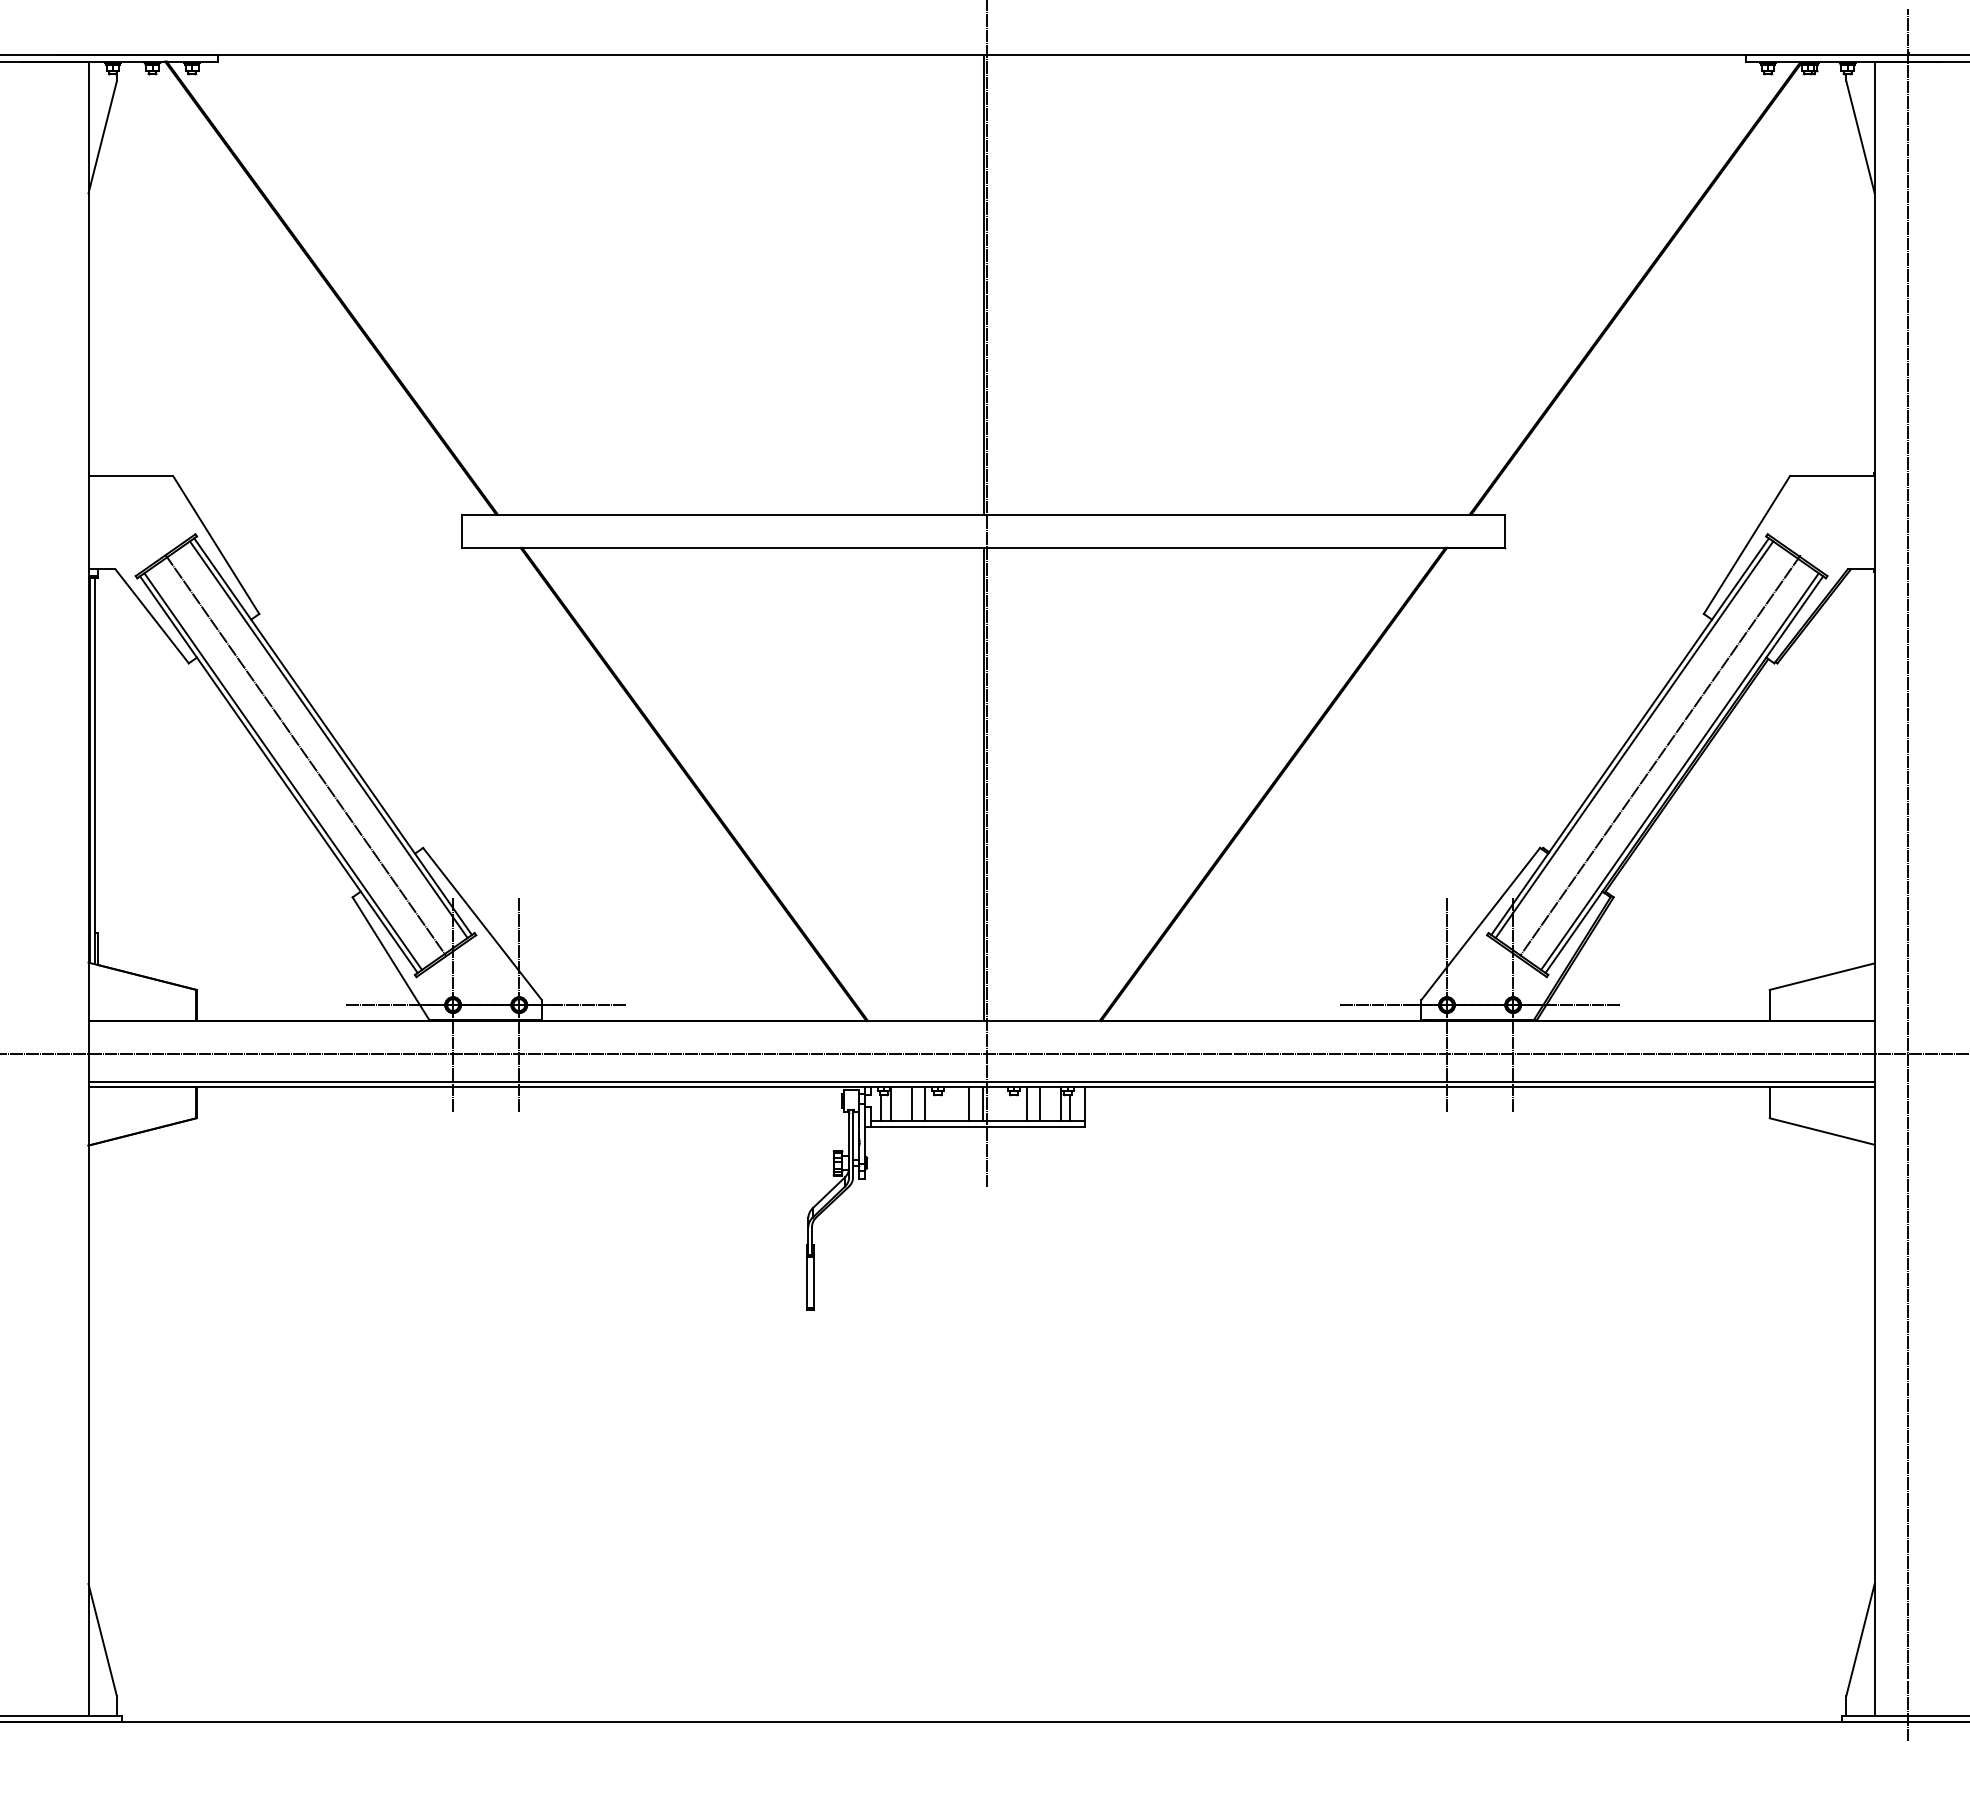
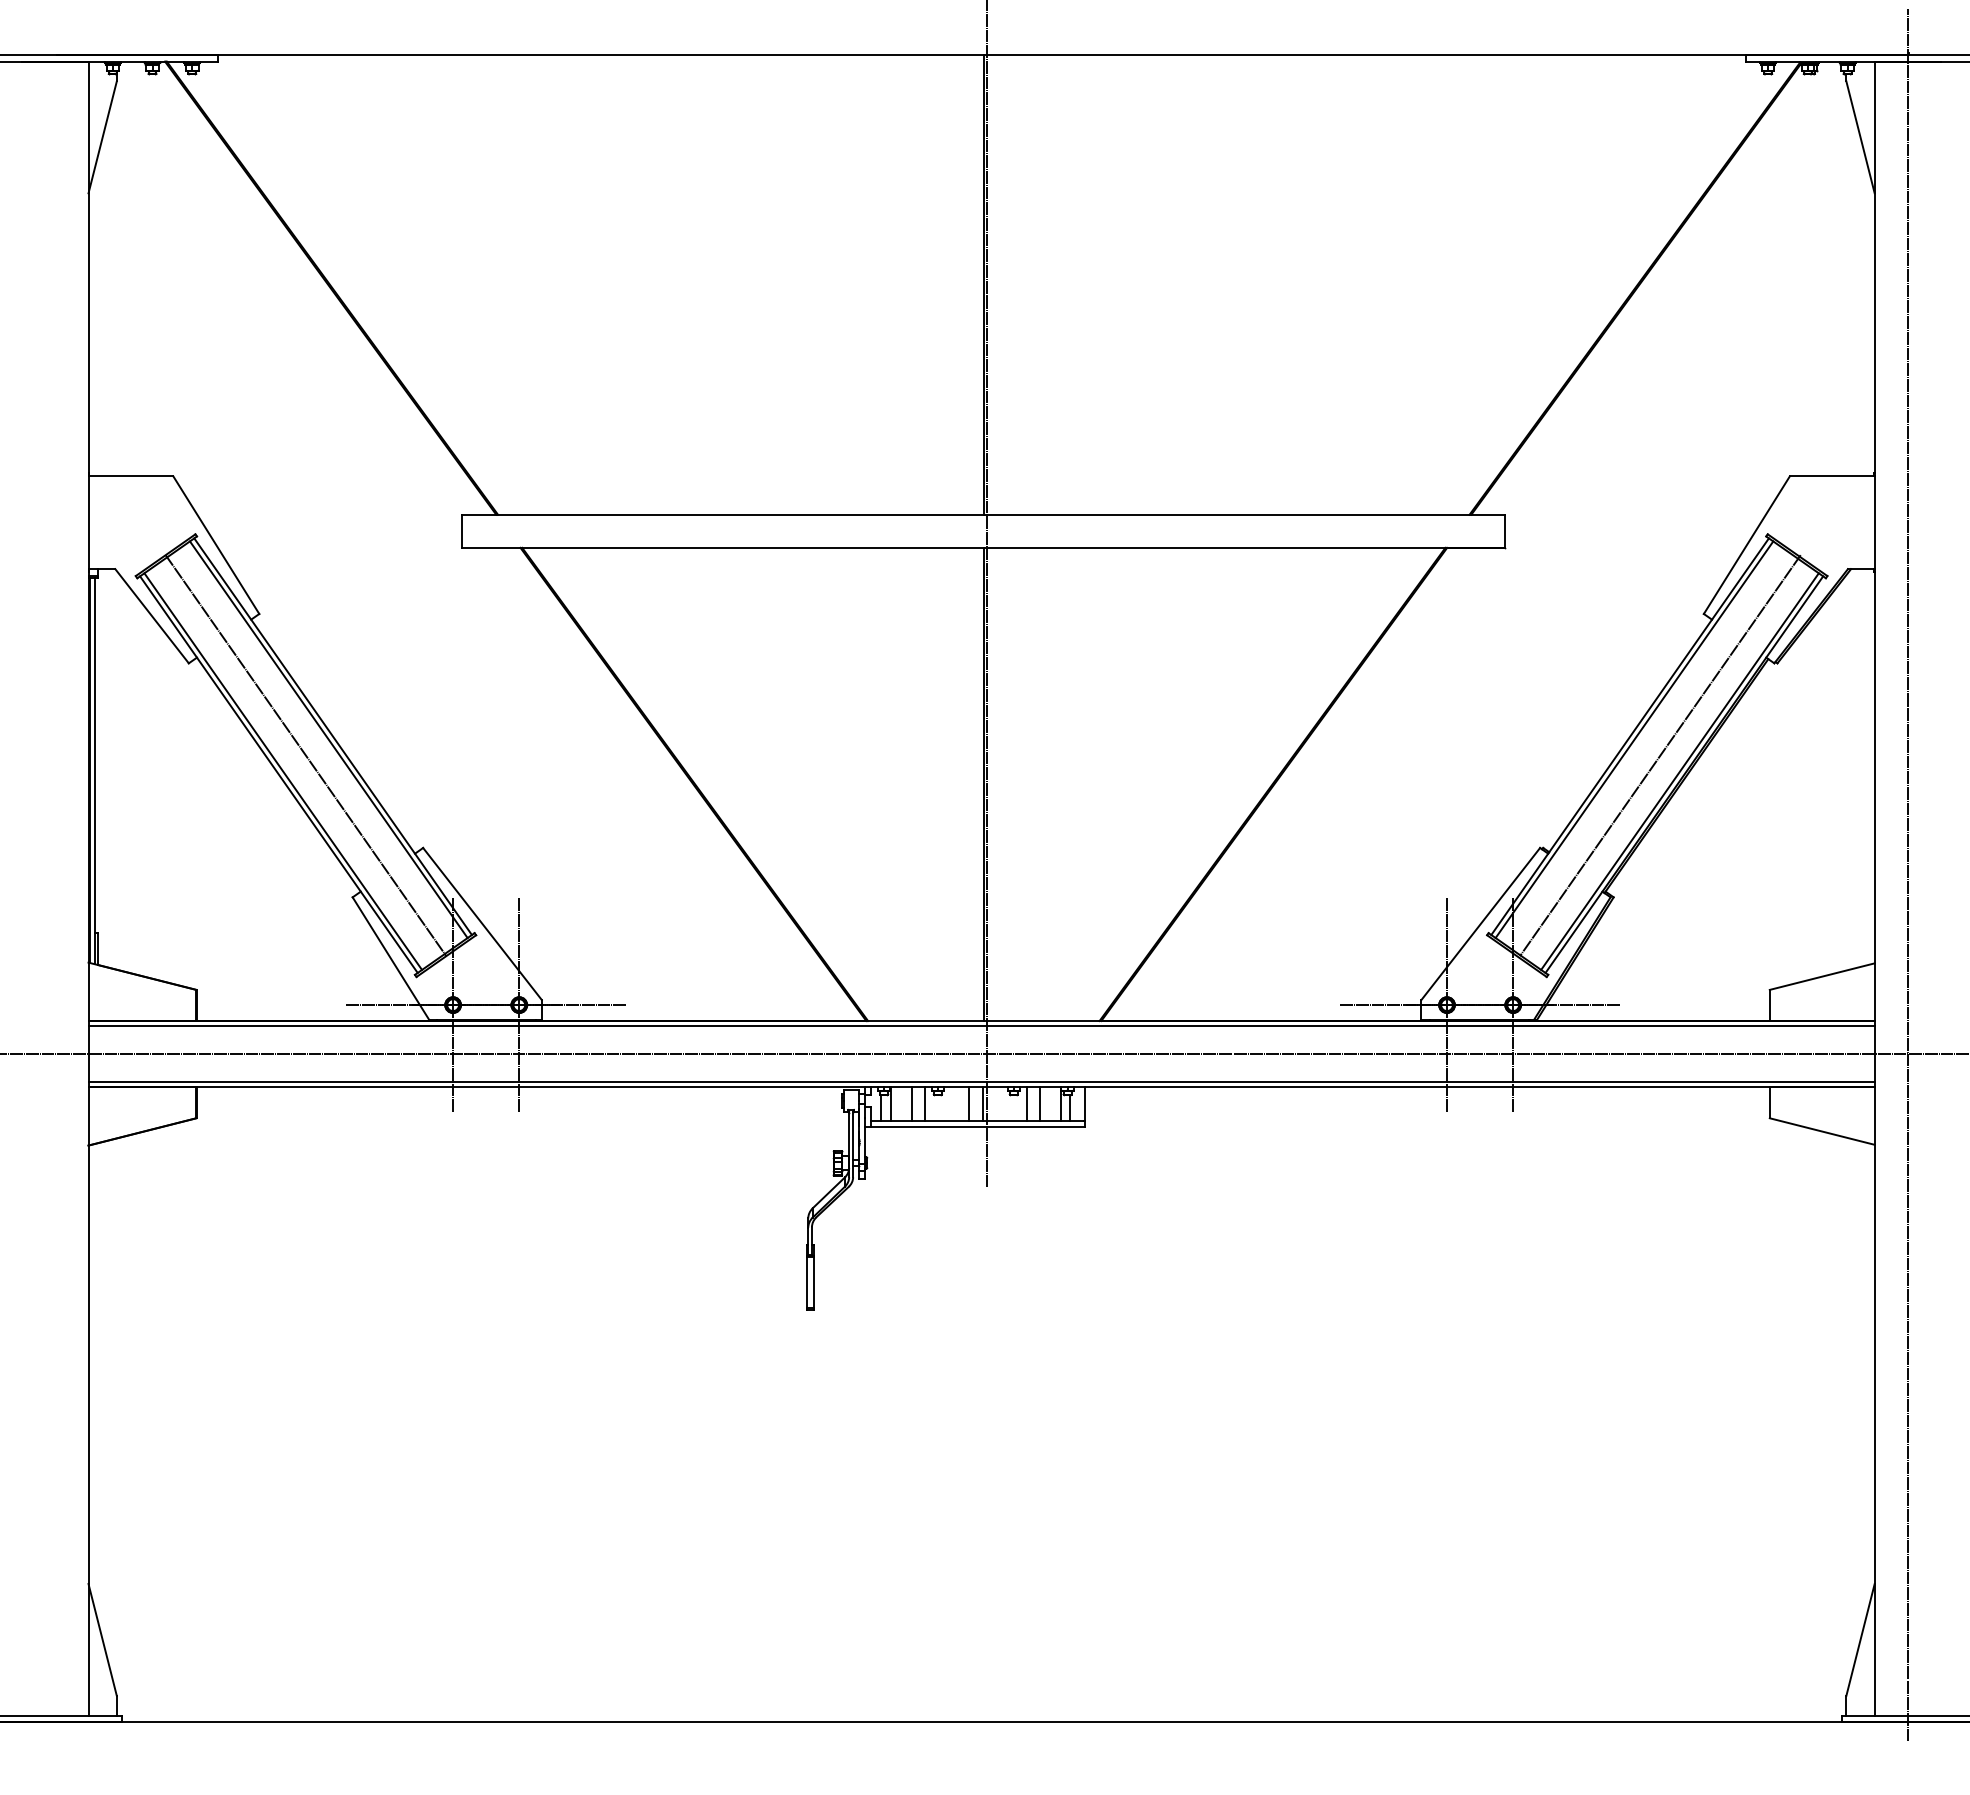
line at (981, 1026): none -> present
